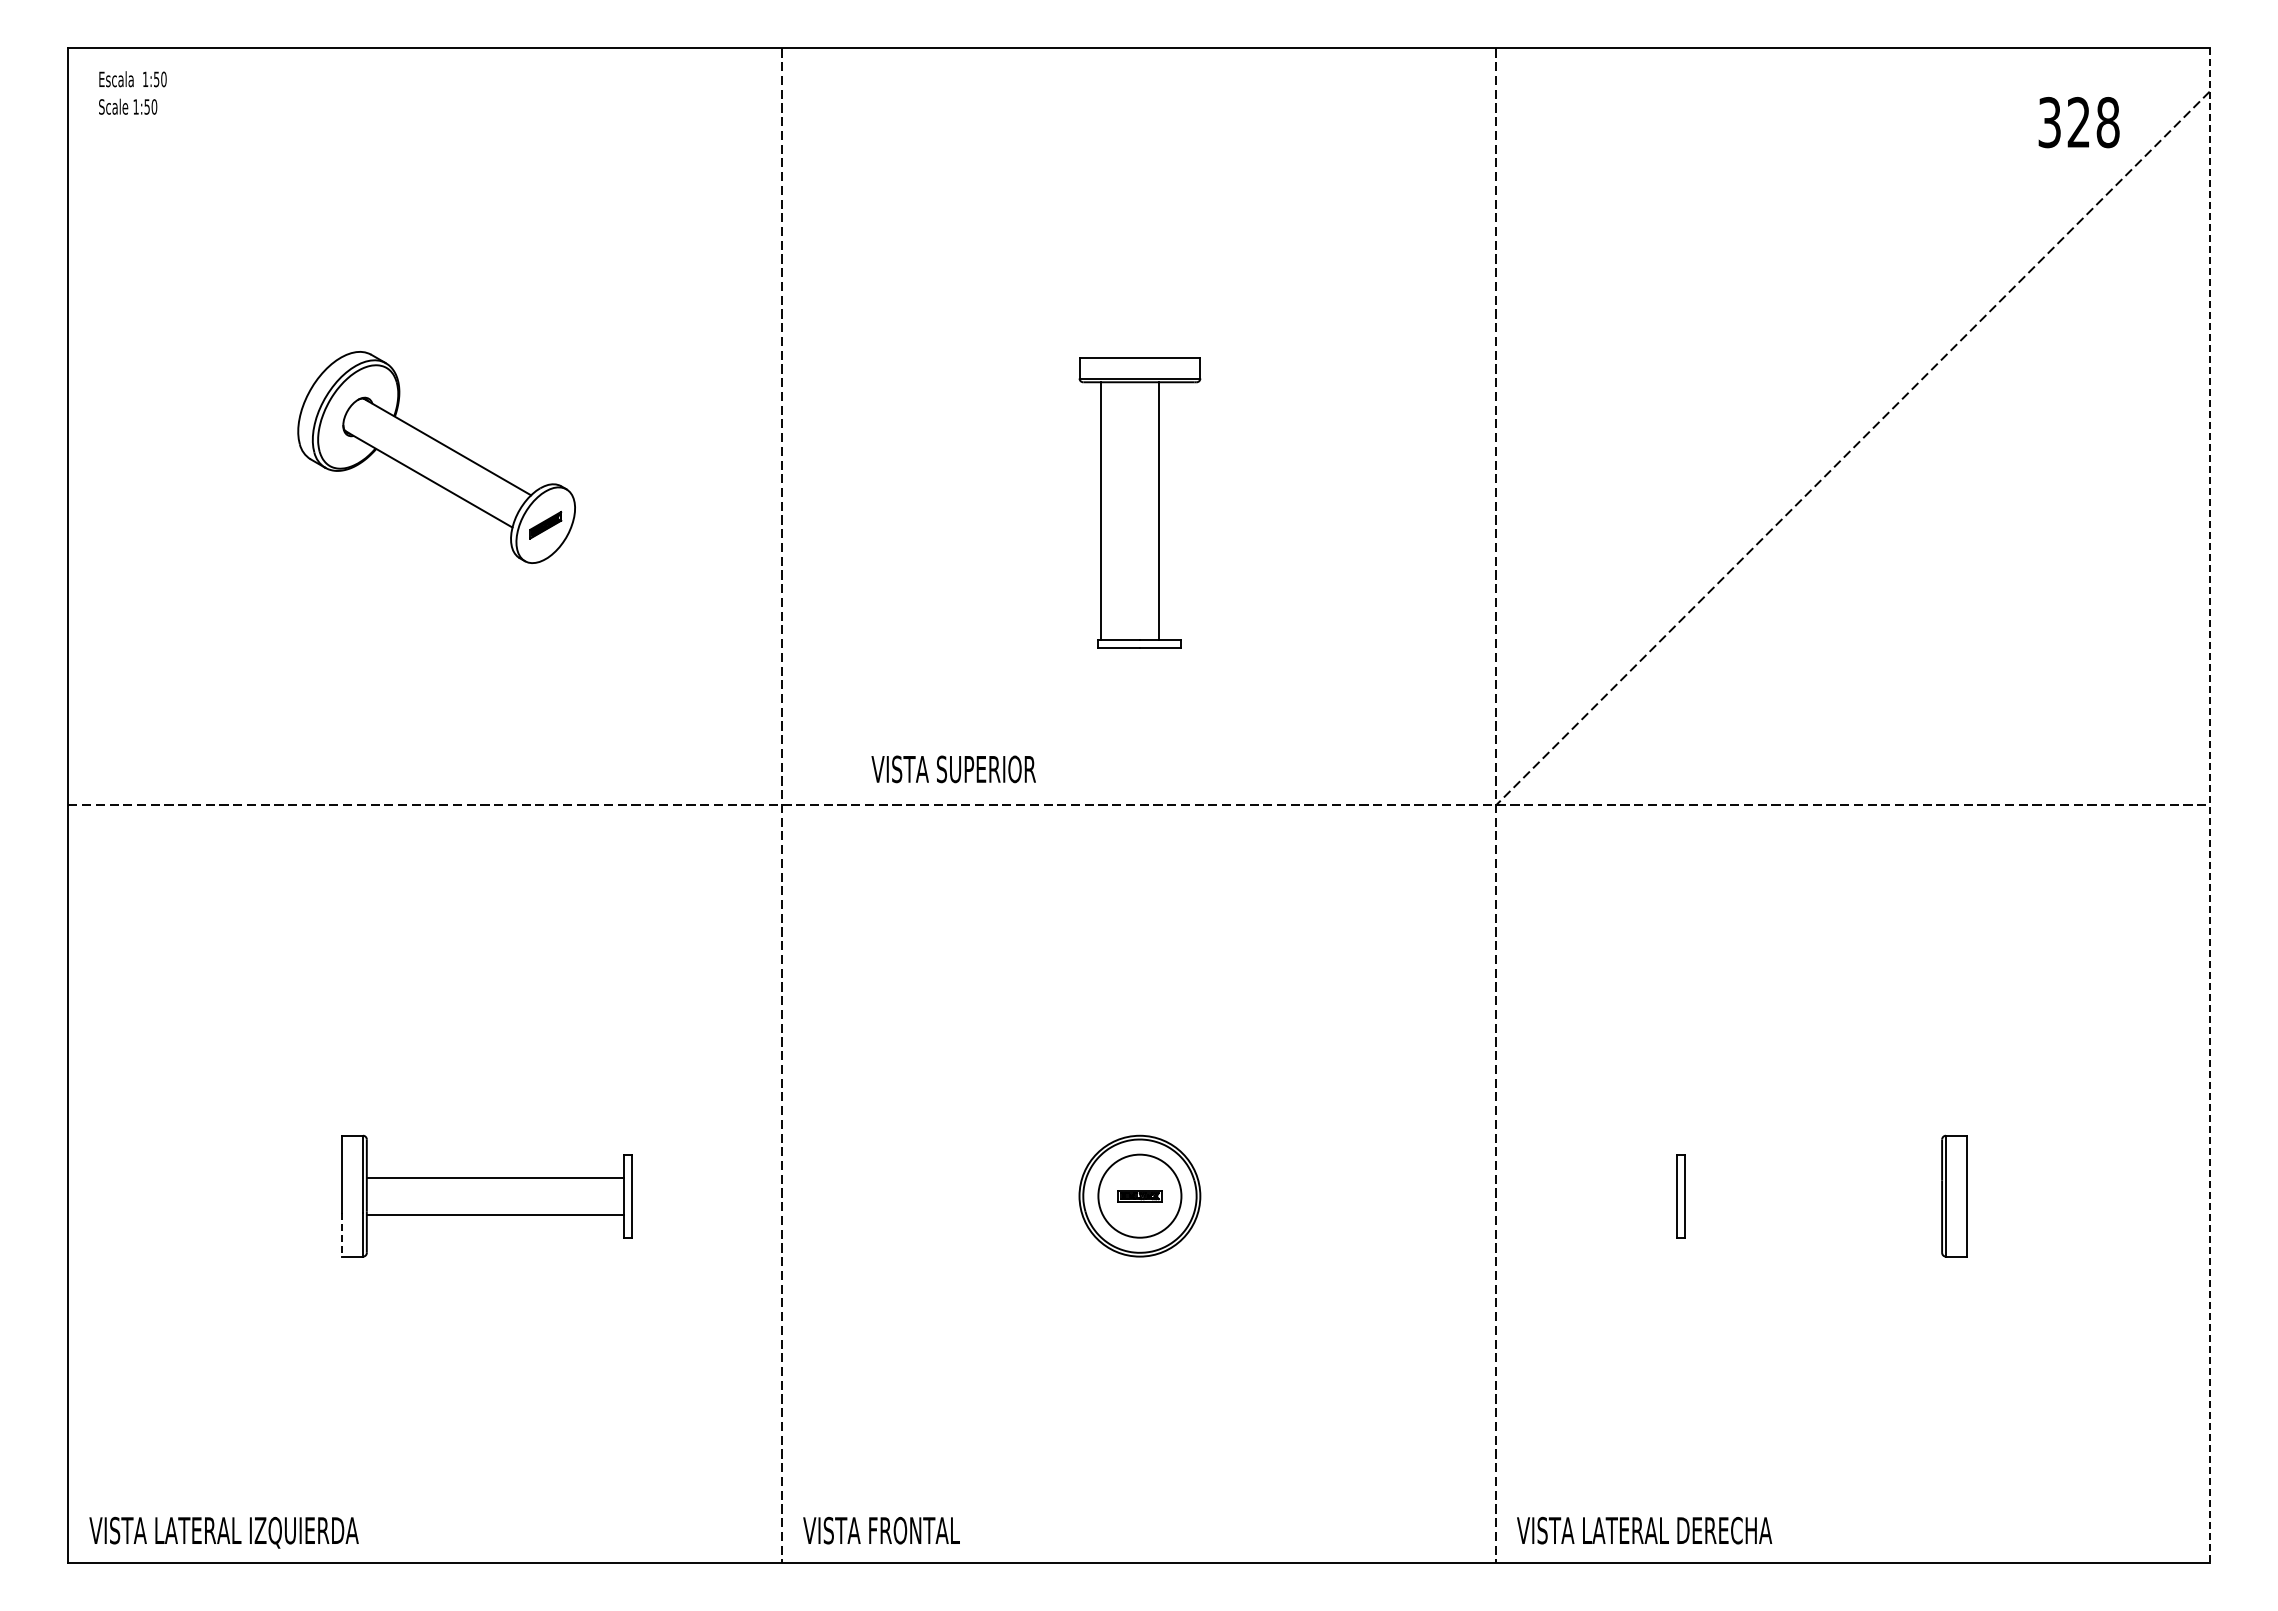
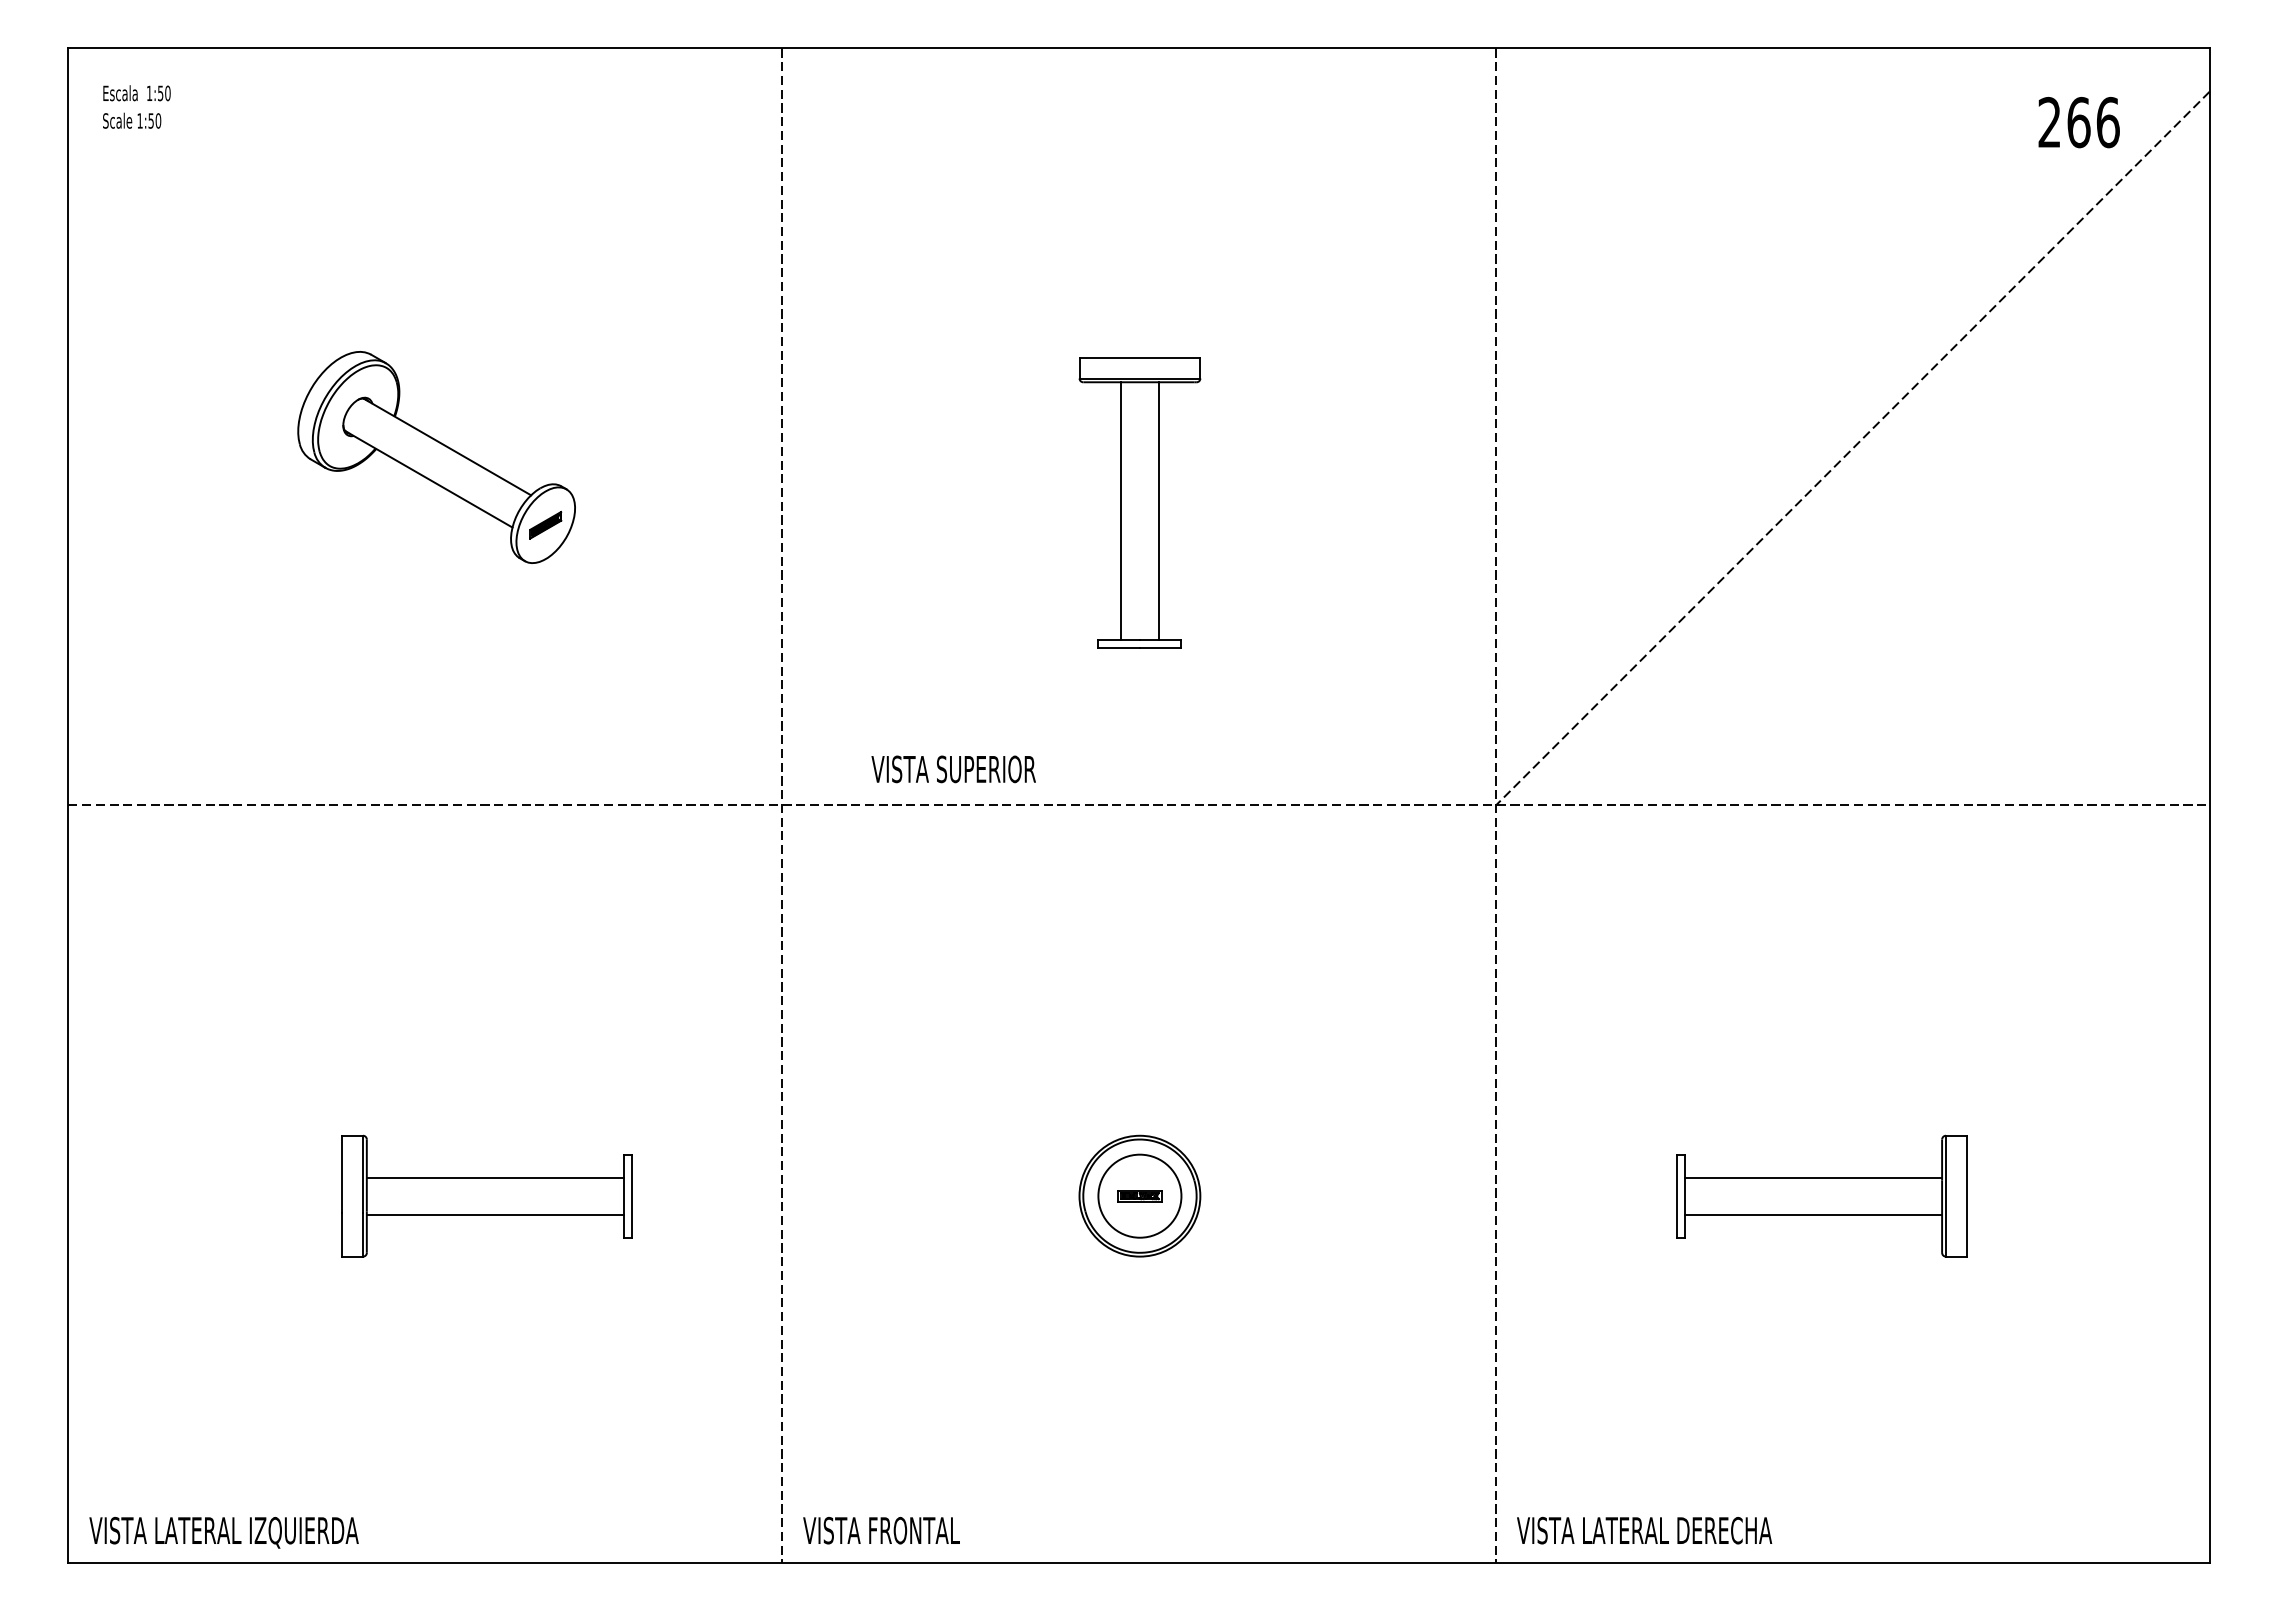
text at (132, 92) position: (132, 92) -> (136, 106)
text at (2078, 122): 328 -> 266
line at (1101, 510) position: (1101, 510) -> (1121, 510)
line at (2209, 805): dashed -> solid
line at (1813, 1177): none -> present
line at (1813, 1214): none -> present
line at (342, 1234): dashed -> solid
